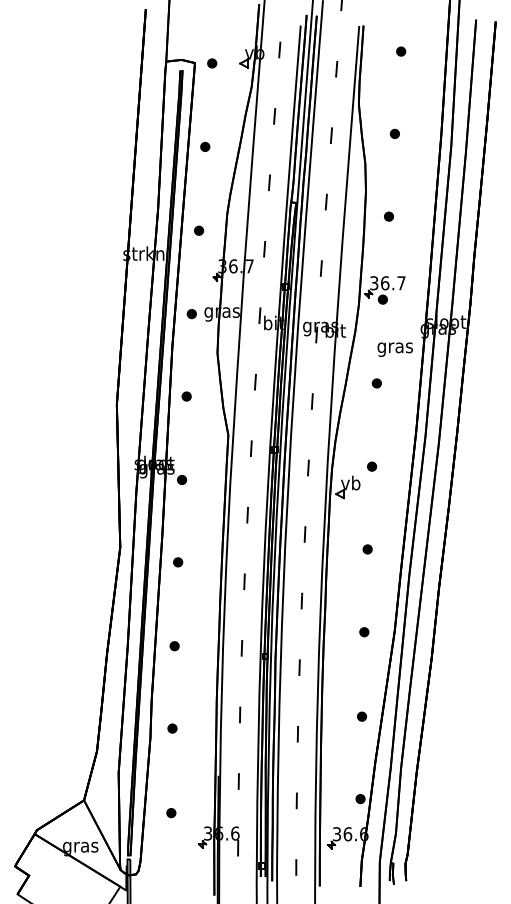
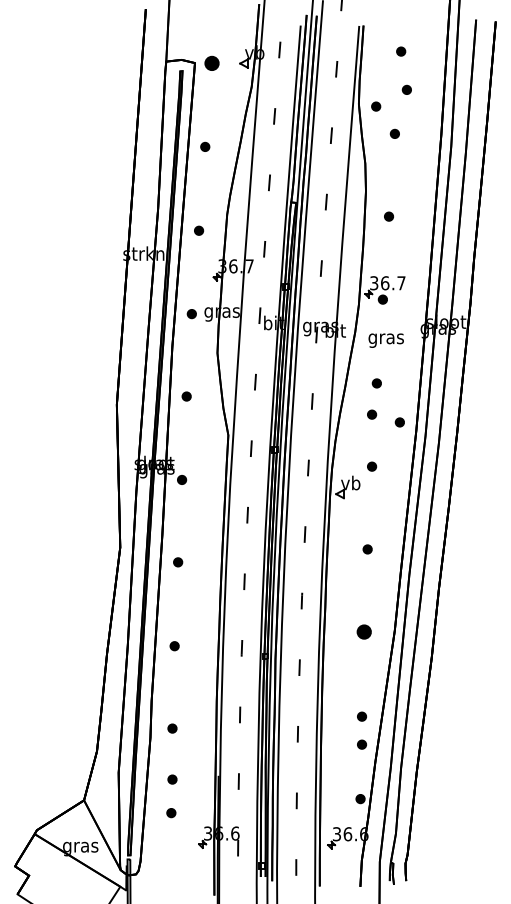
part at (212, 63) size: 11x11 px -> 16x16 px
part at (406, 89): none -> present
part at (376, 106): none -> present
text at (394, 349) position: (394, 349) -> (385, 340)
part at (372, 414): none -> present
part at (399, 422): none -> present
part at (364, 632) size: 11x11 px -> 16x16 px
part at (362, 744): none -> present
part at (172, 779): none -> present
